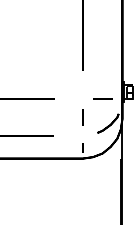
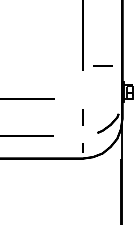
line at (102, 98) position: (102, 98) -> (102, 65)
